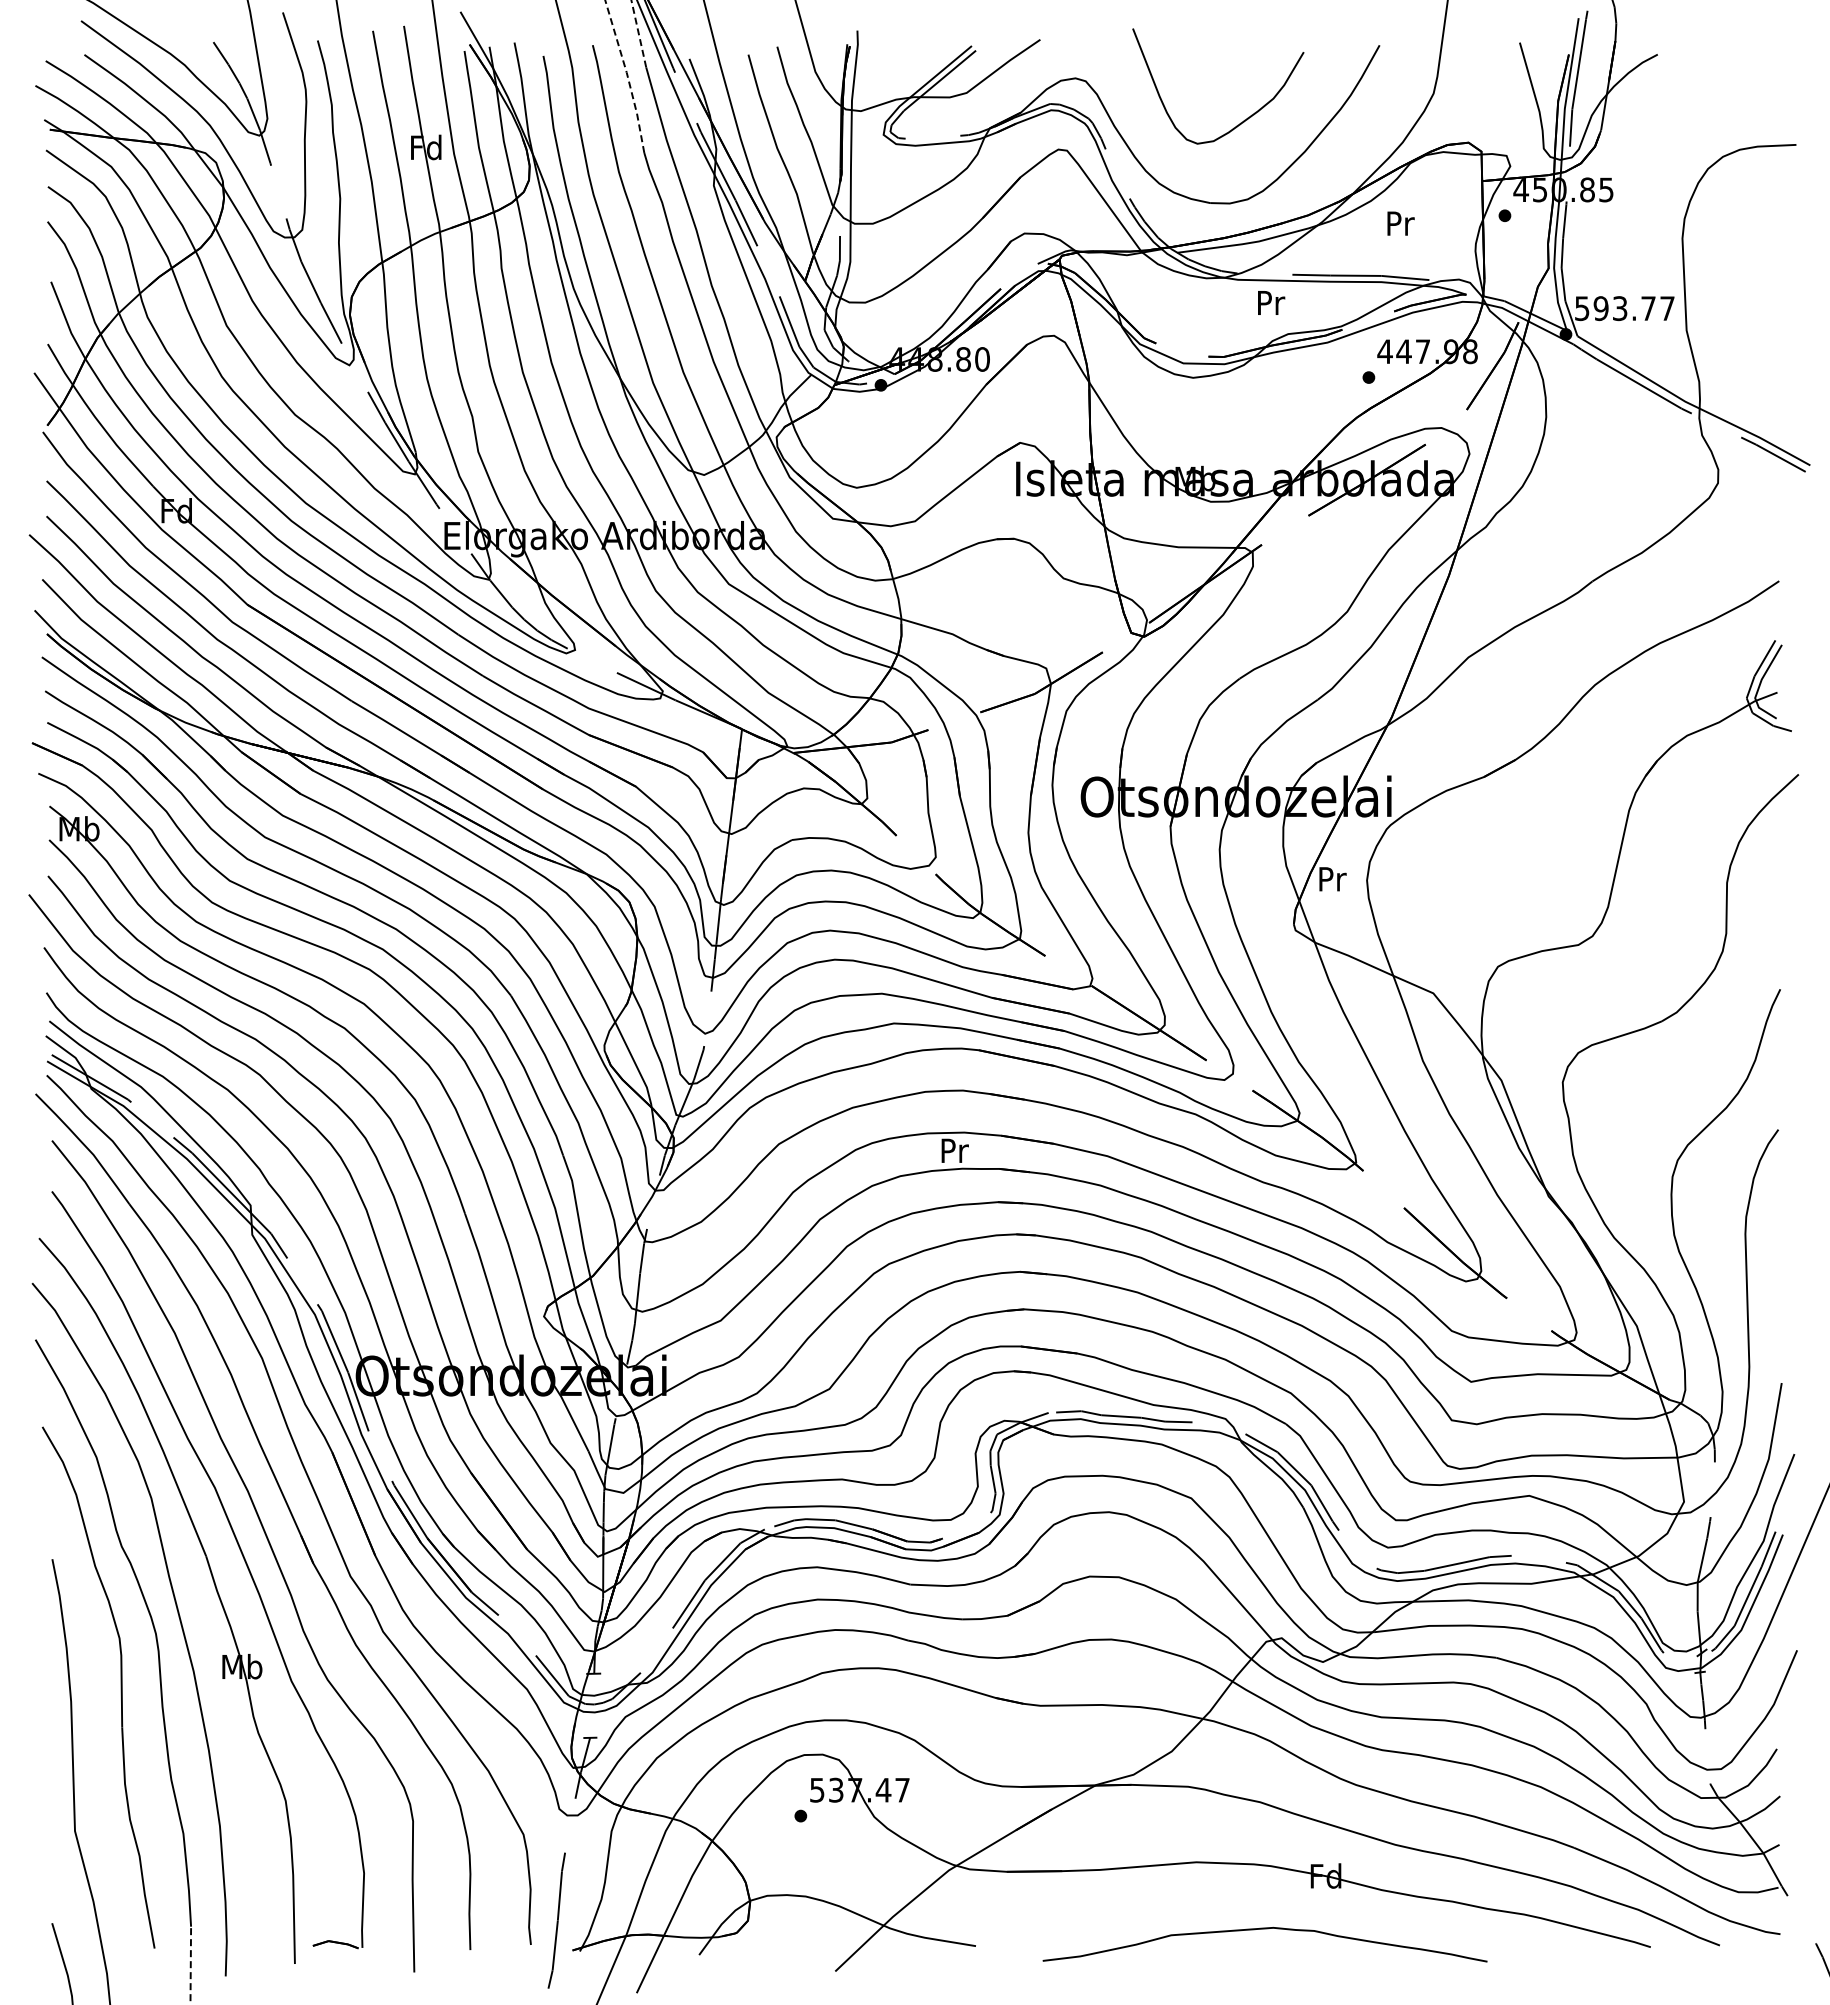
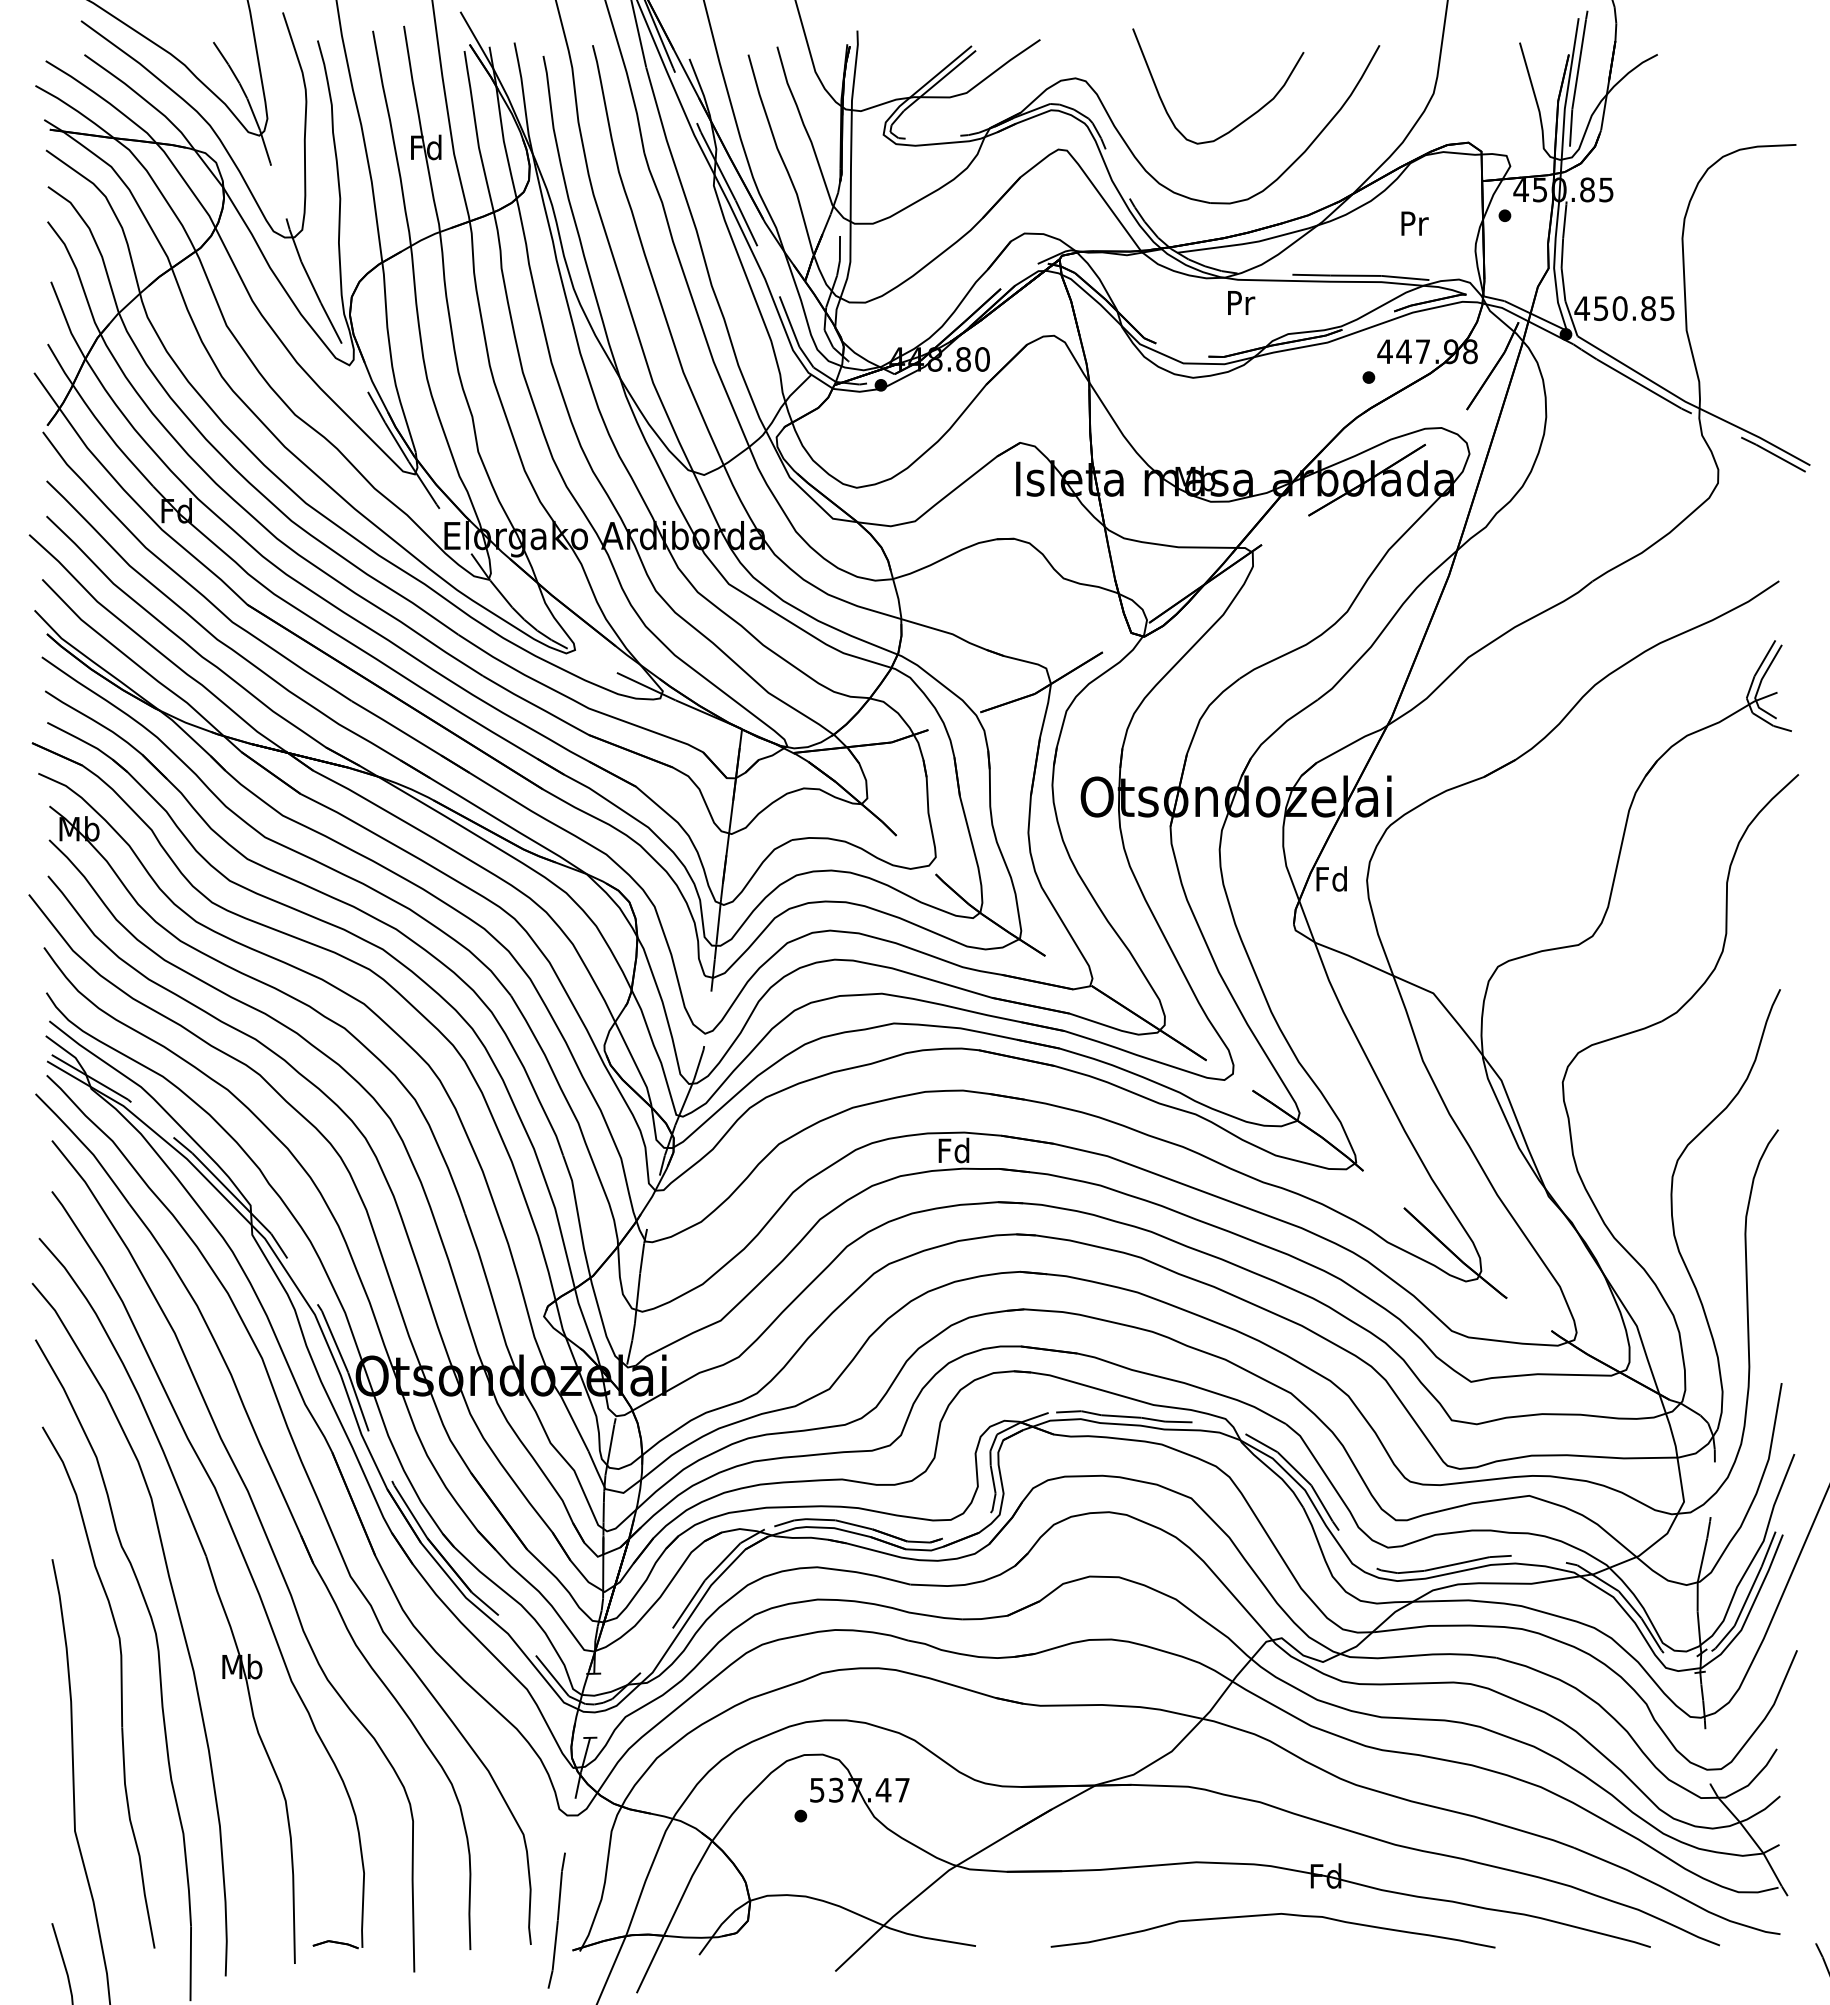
line at (638, 33): dashed -> solid
line at (627, 75): dashed -> solid
text at (1400, 223) position: (1400, 223) -> (1414, 223)
text at (1271, 302) position: (1271, 302) -> (1241, 302)
text at (1624, 308): 593.77 -> 450.85
text at (1331, 878): Pr -> Fd
text at (953, 1150): Pr -> Fd
curve at (1264, 1929) position: (1264, 1929) -> (1272, 1915)
line at (190, 1963): dashed -> solid
